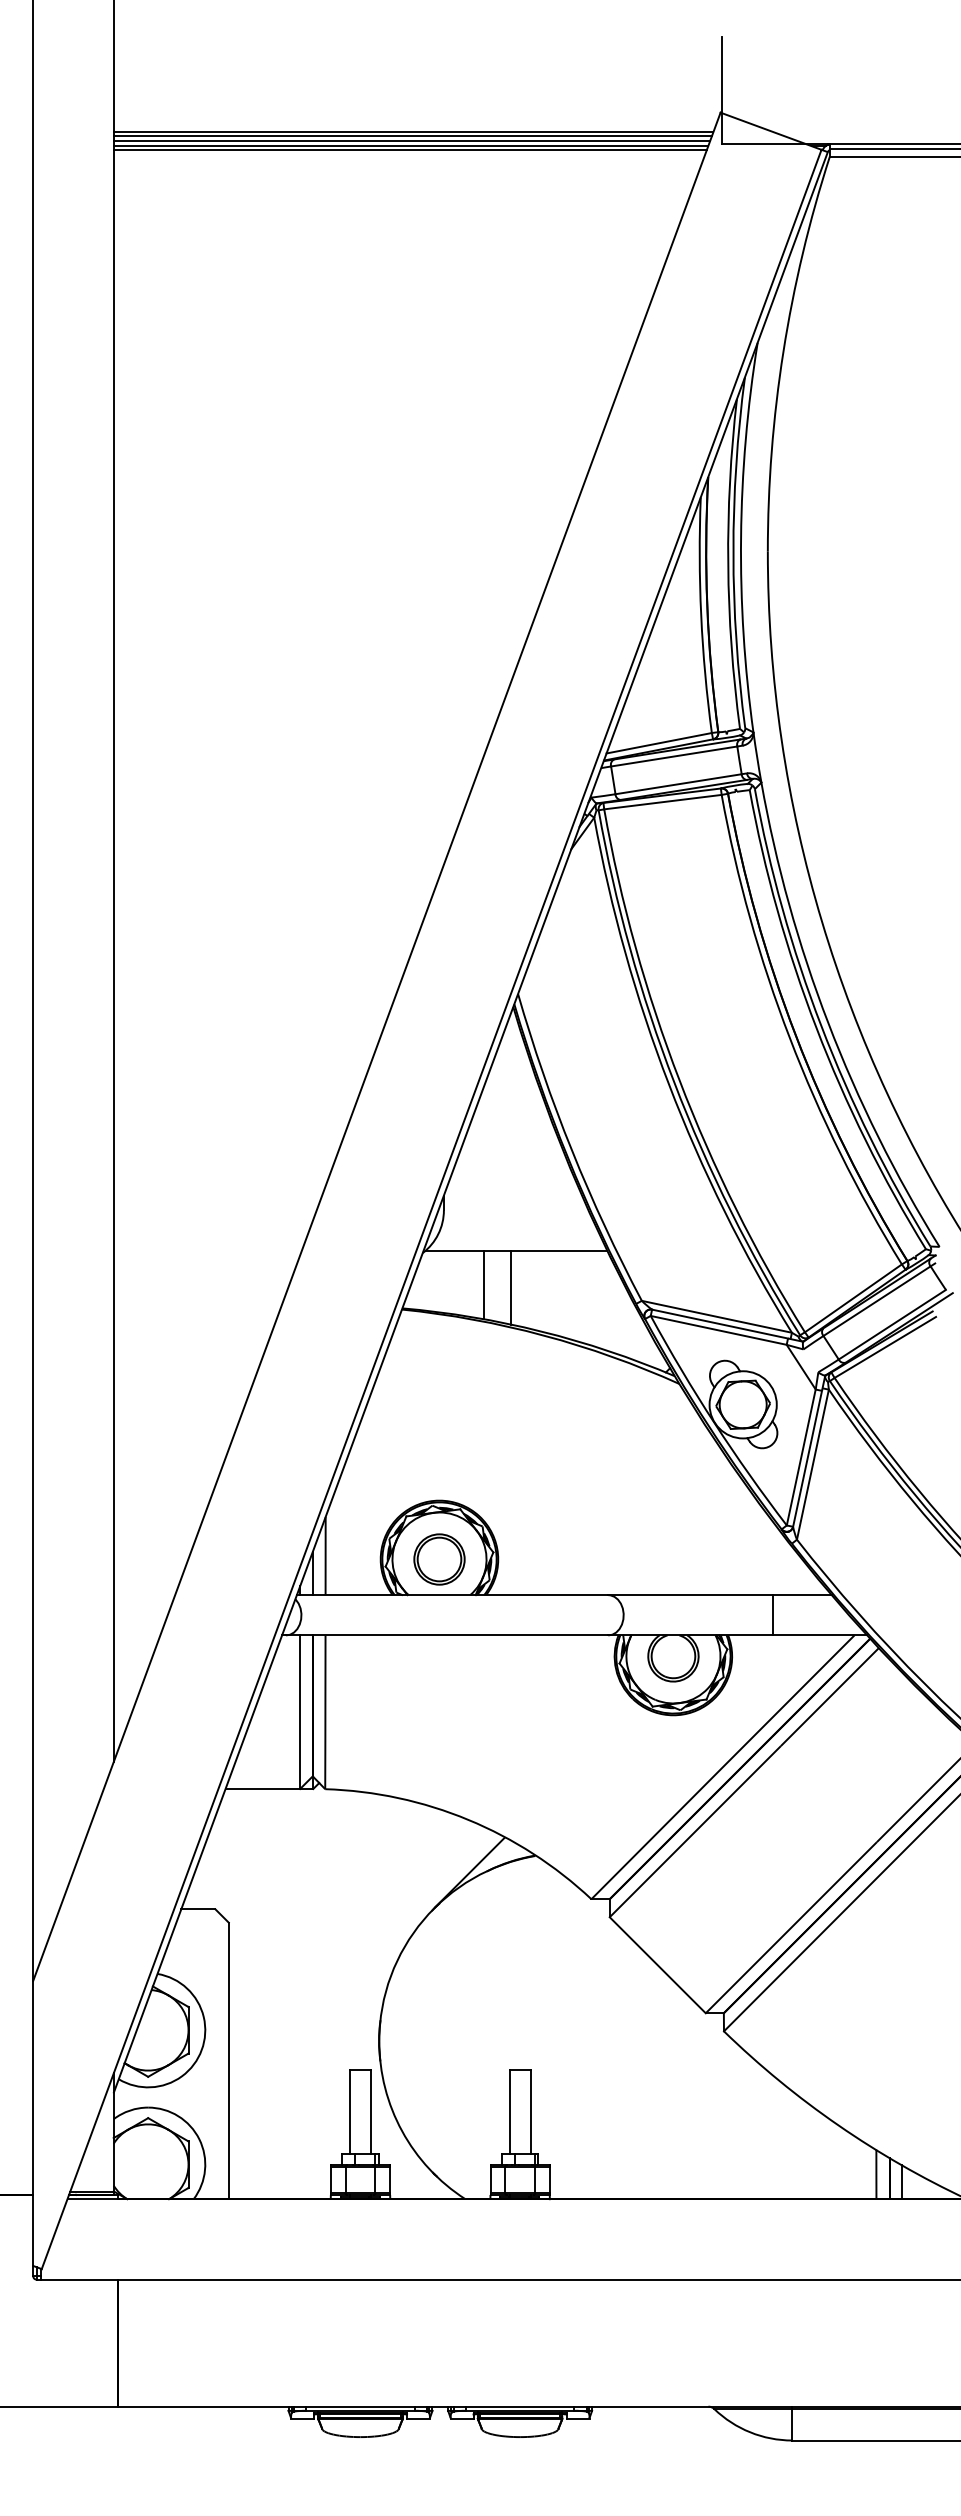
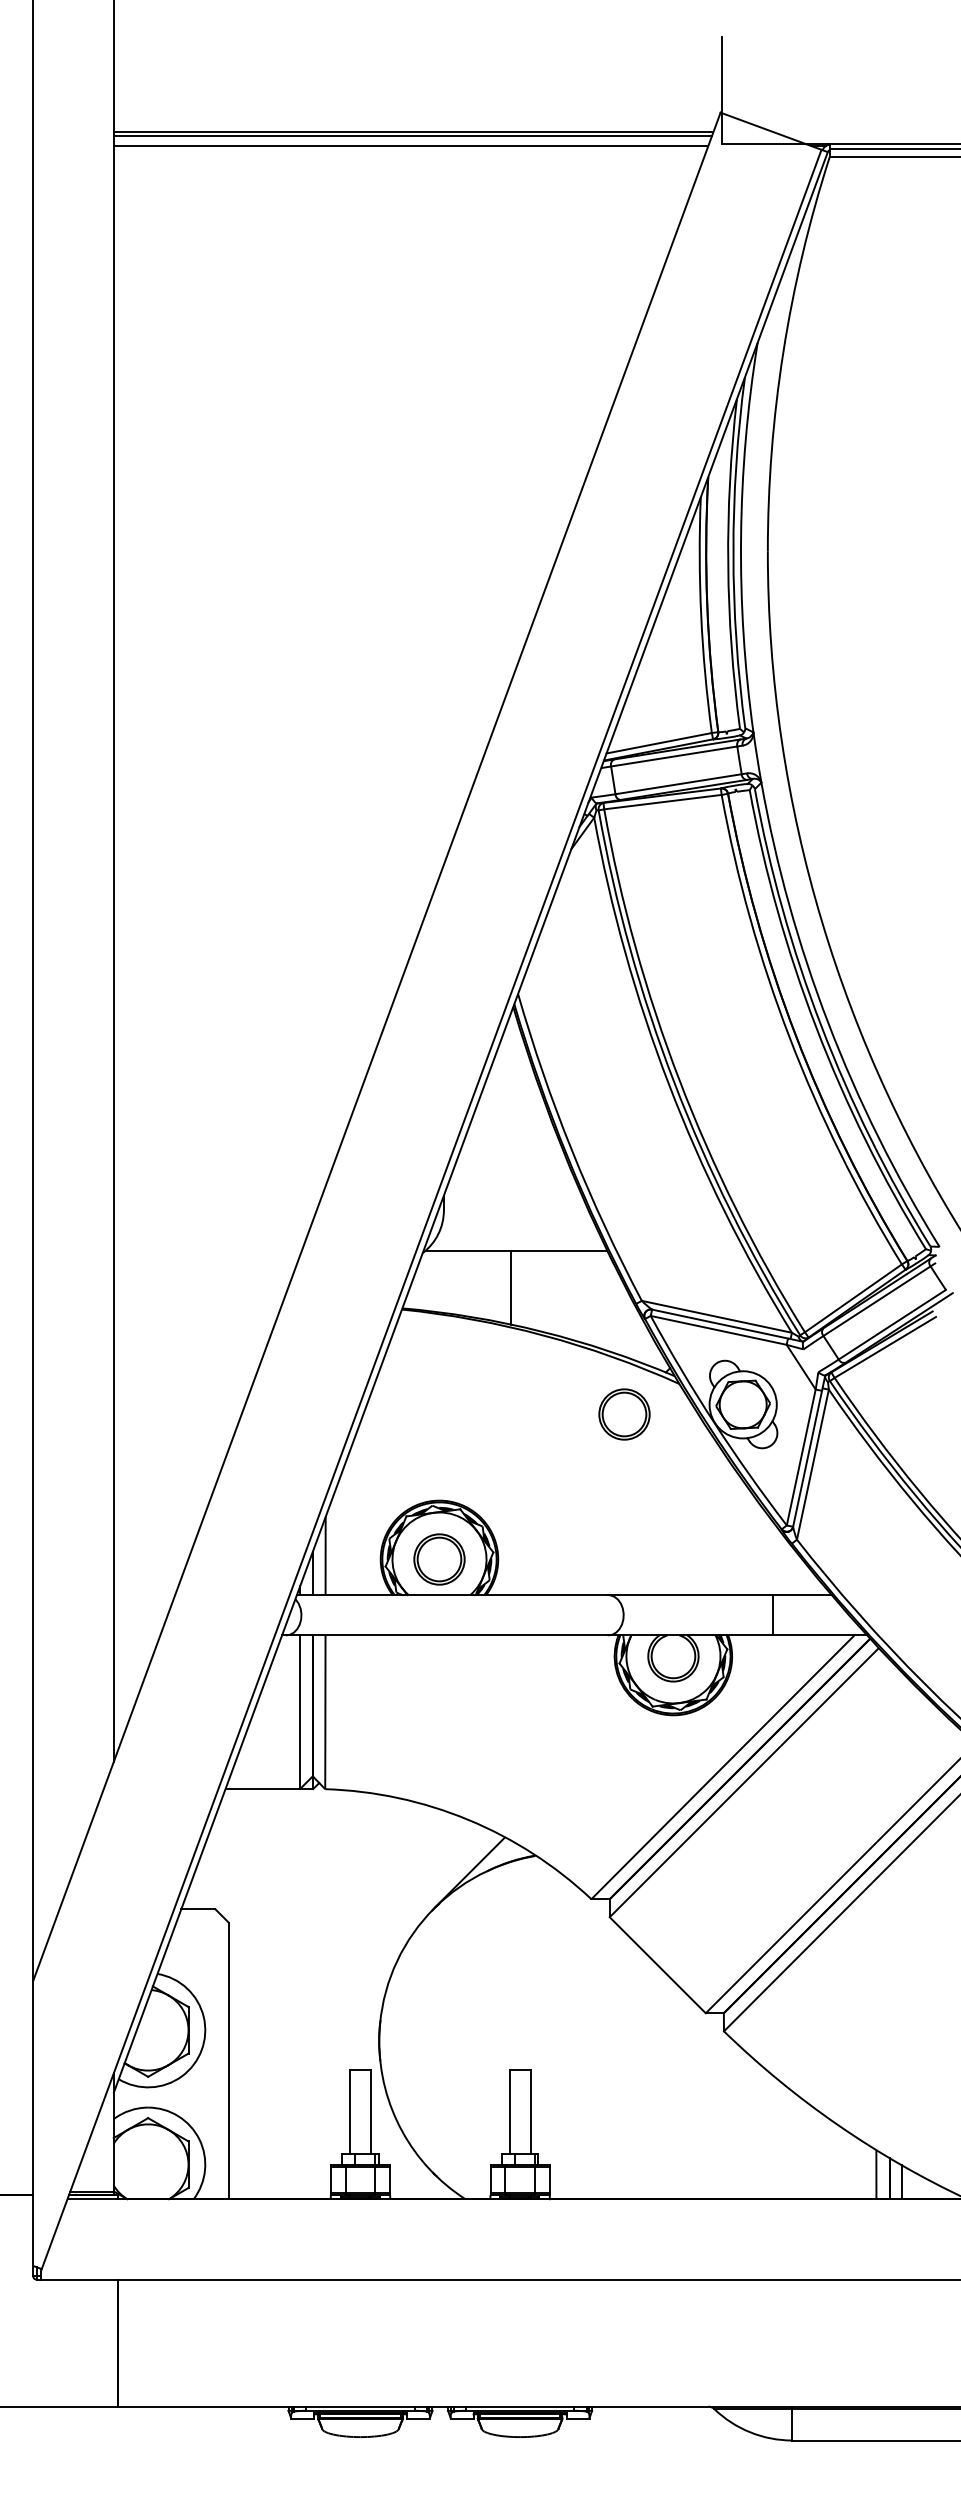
line at (411, 141): present -> none
line at (410, 149): present -> none
line at (484, 1284): present -> none
part at (624, 1414): none -> present
